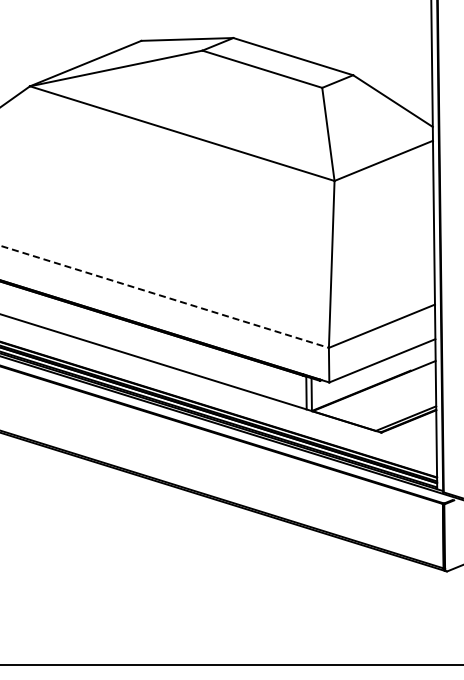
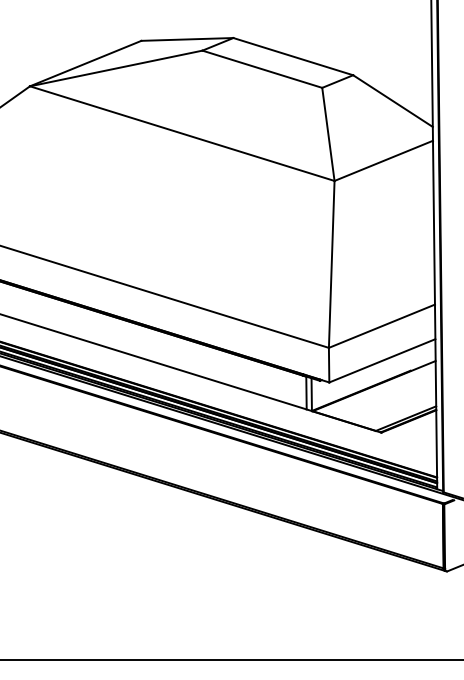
line at (164, 296): dashed -> solid
line at (231, 664) position: (231, 664) -> (231, 659)
